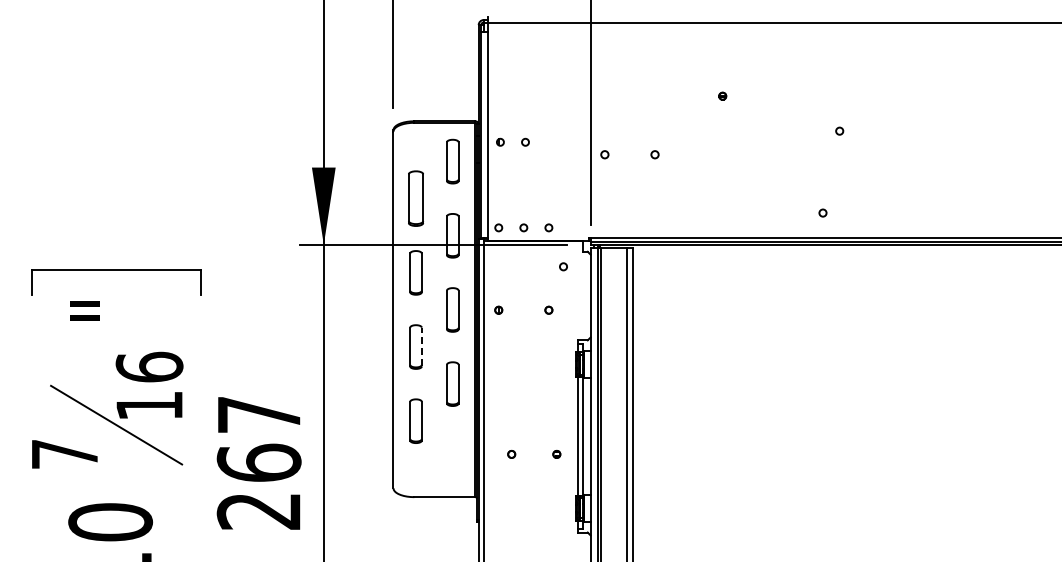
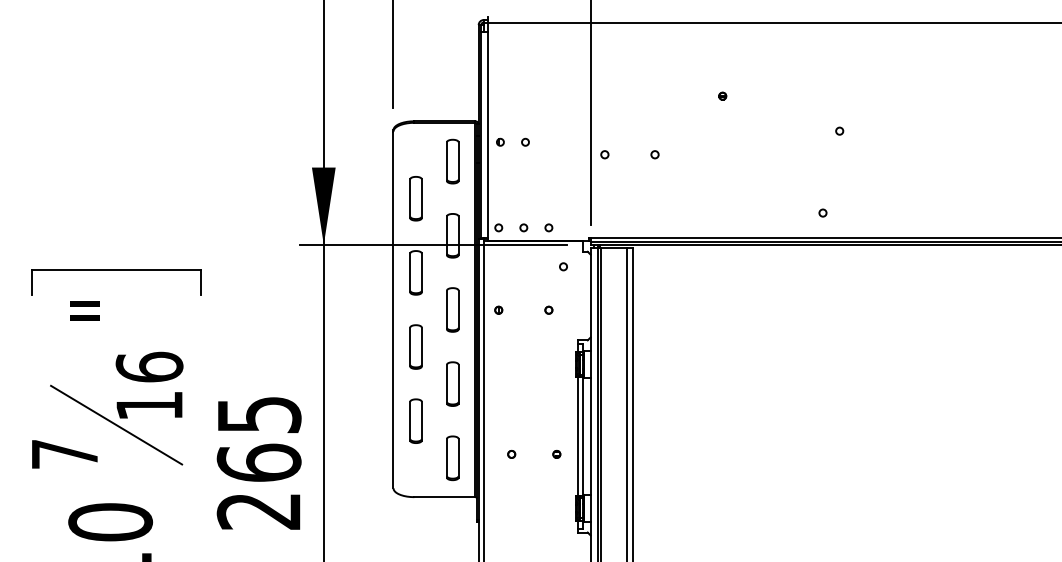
part at (415, 198) size: 16x57 px -> 14x46 px
line at (421, 346): dashed -> solid
text at (259, 415): 267 -> 265
part at (452, 458): none -> present
